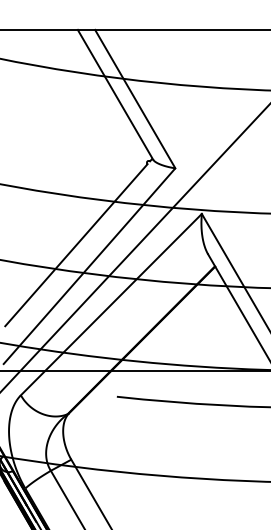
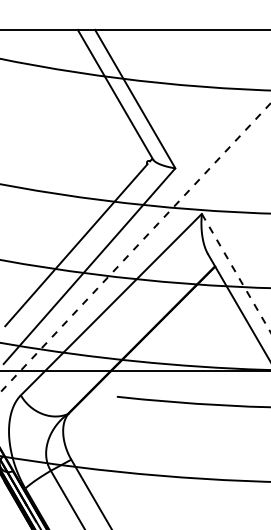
line at (135, 248): solid -> dashed
line at (236, 273): solid -> dashed
